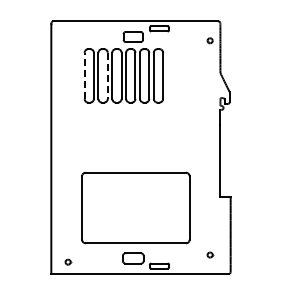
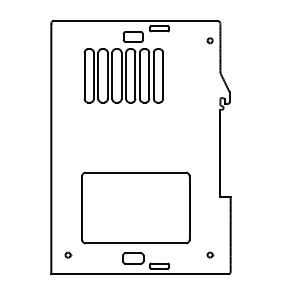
line at (84, 75): dashed -> solid
line at (107, 76): dashed -> solid
part at (68, 261) position: (68, 261) -> (68, 254)
